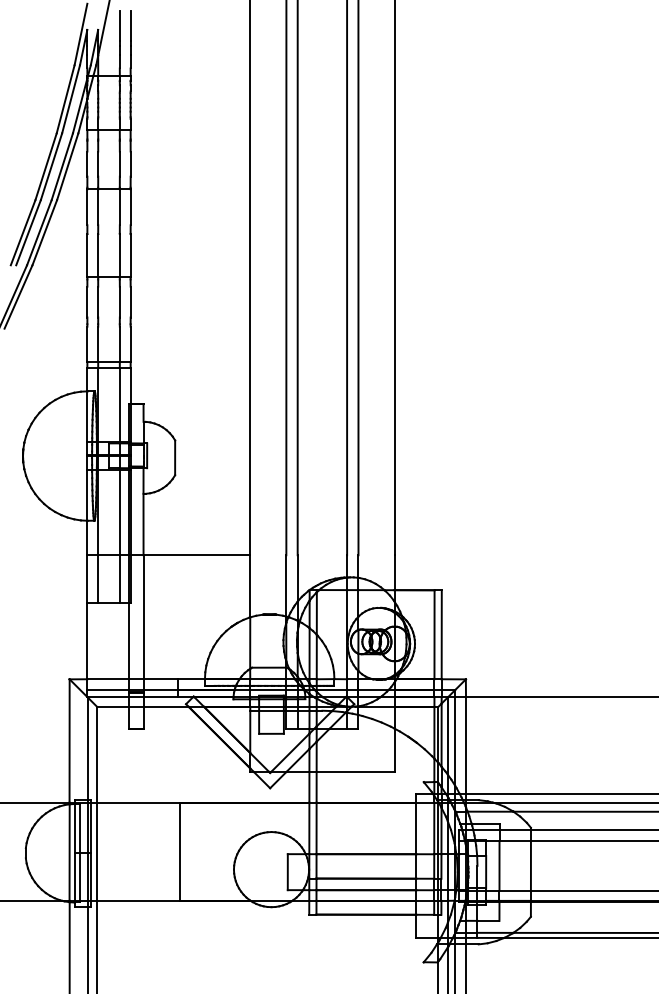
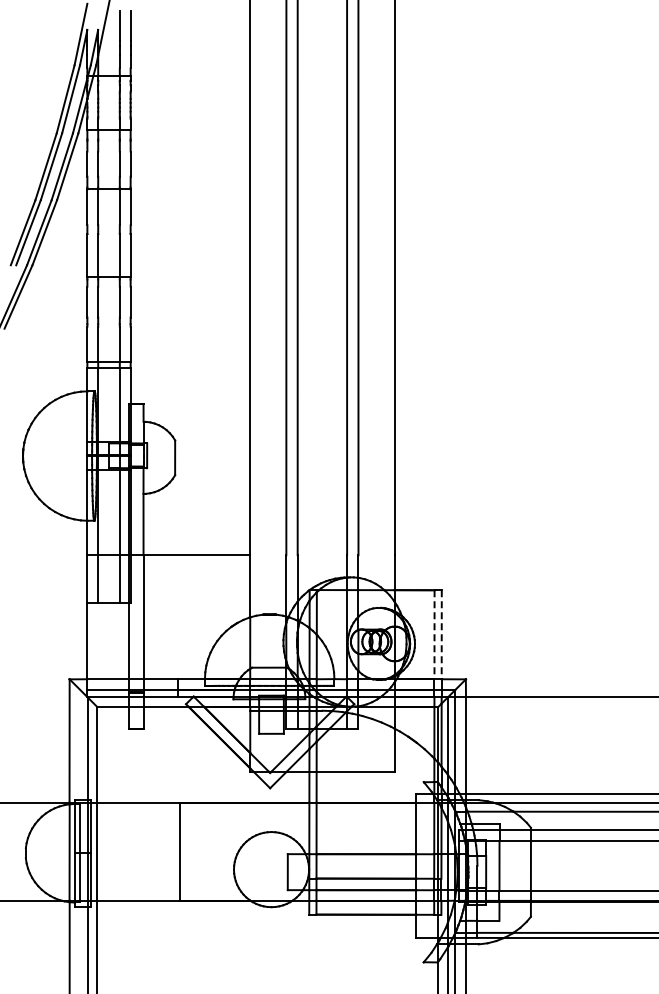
line at (434, 634): solid -> dashed
line at (441, 634): solid -> dashed
